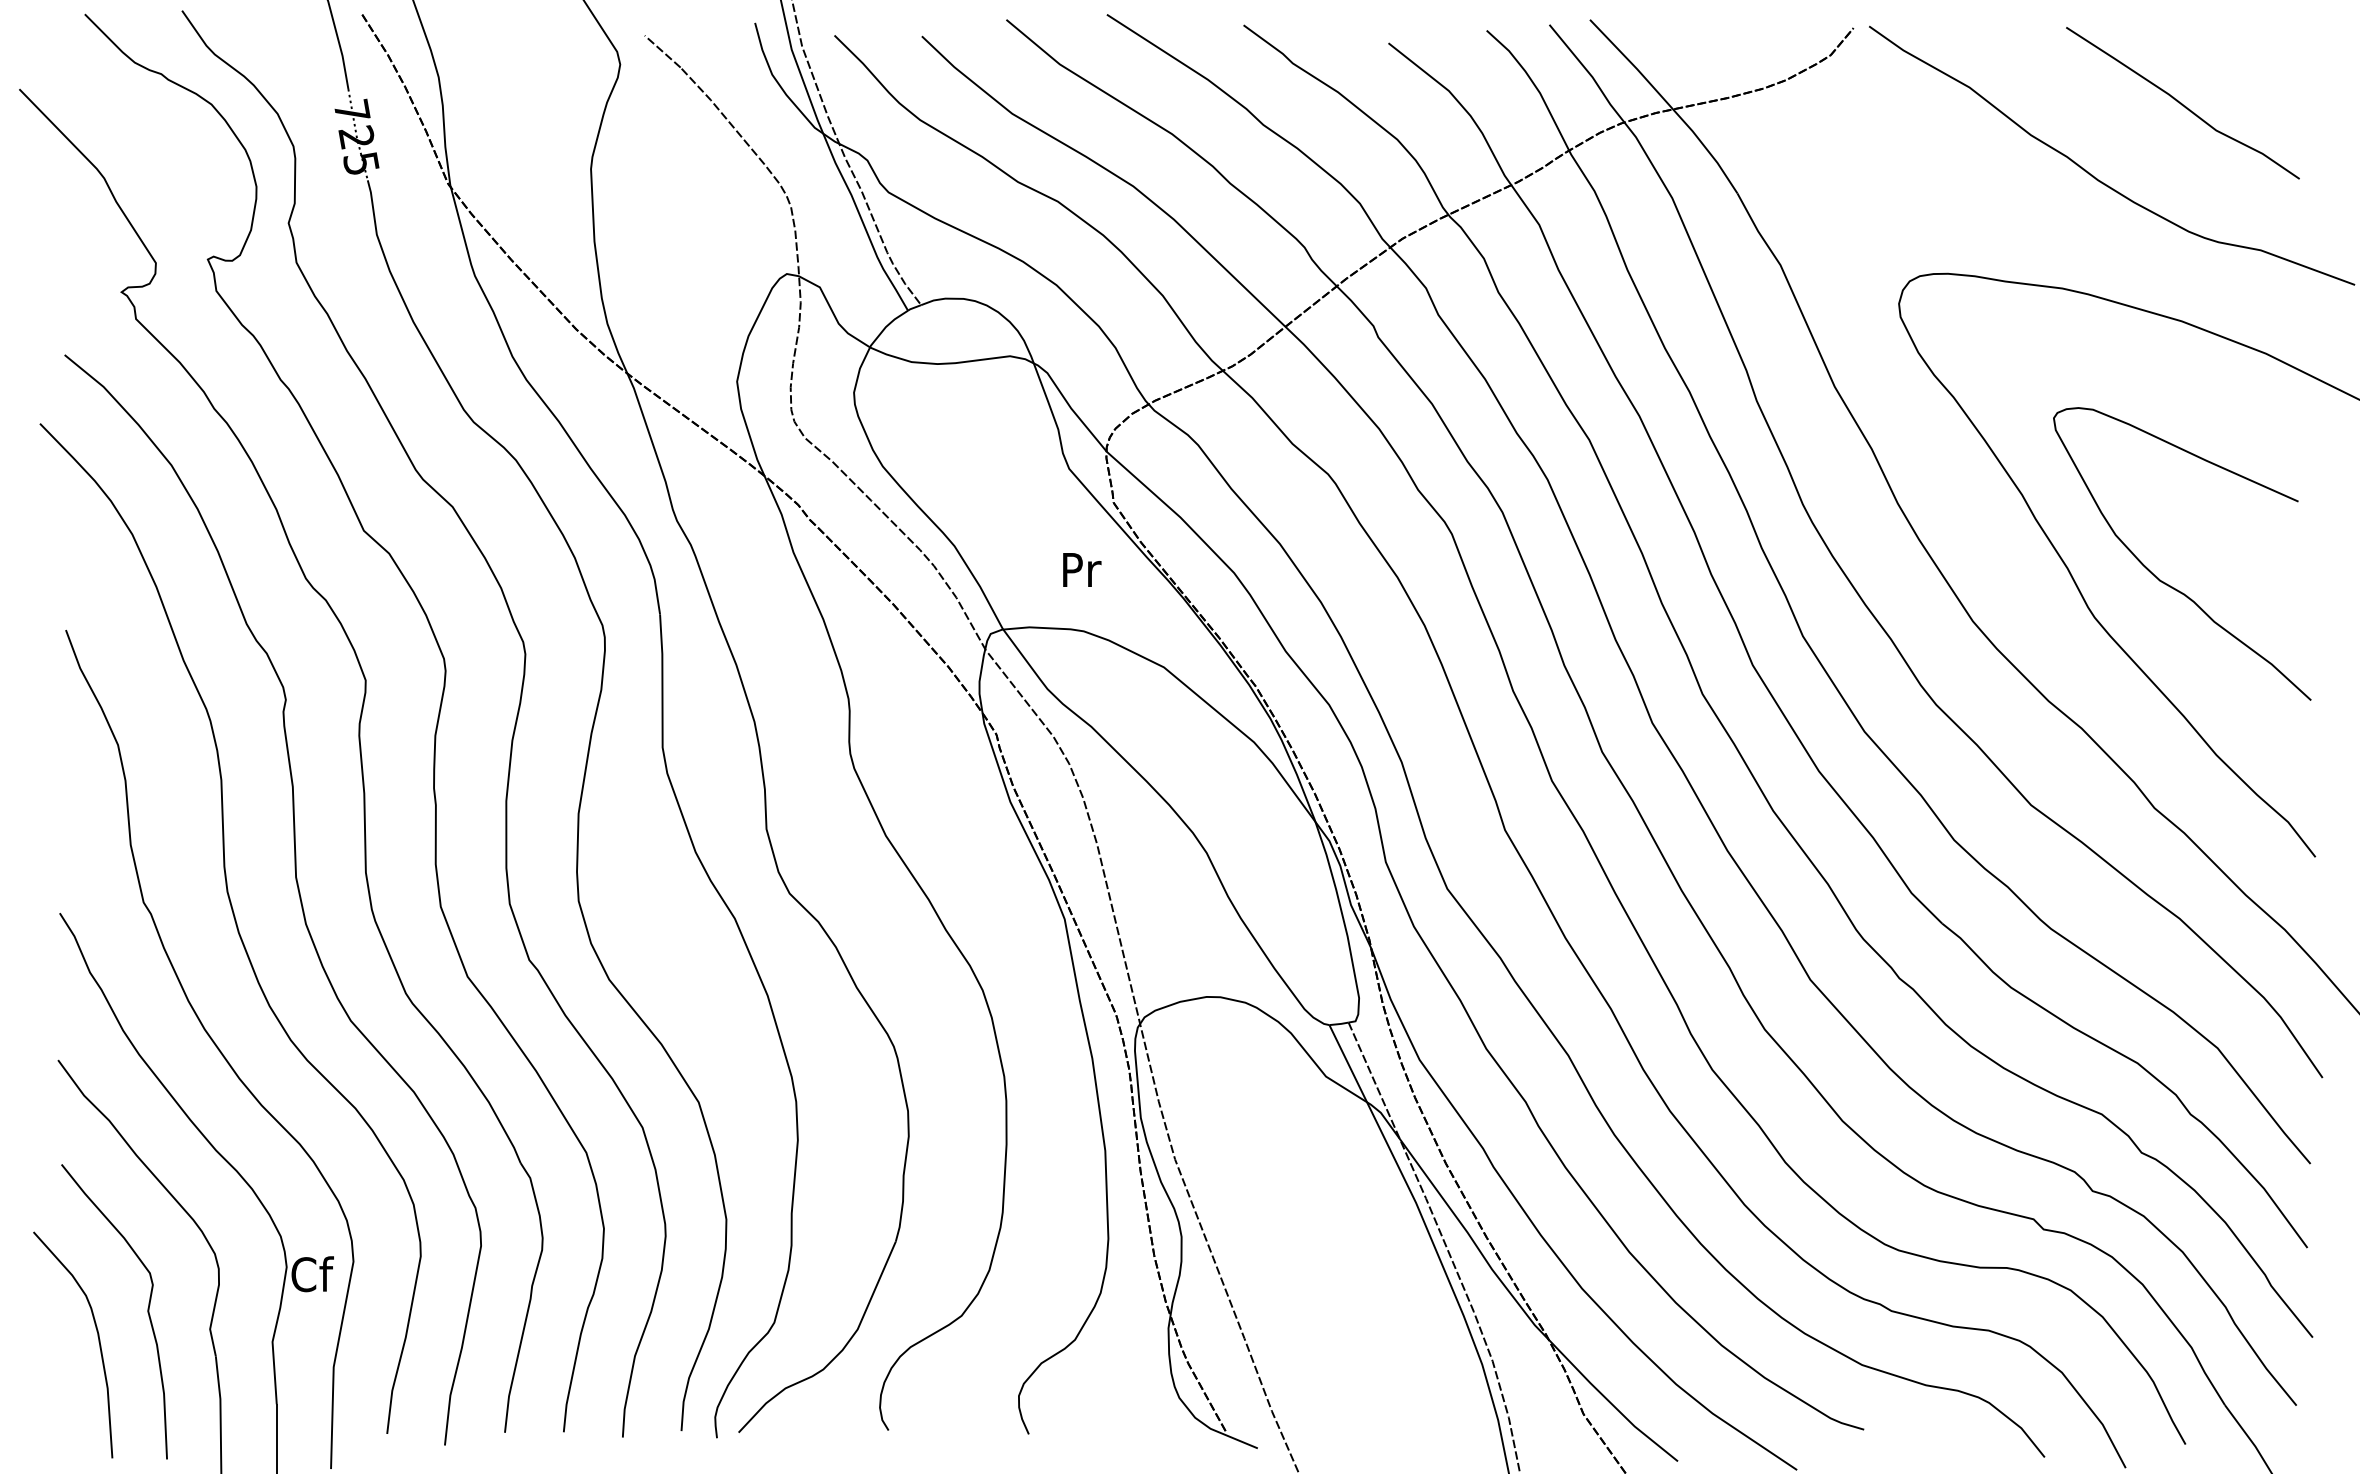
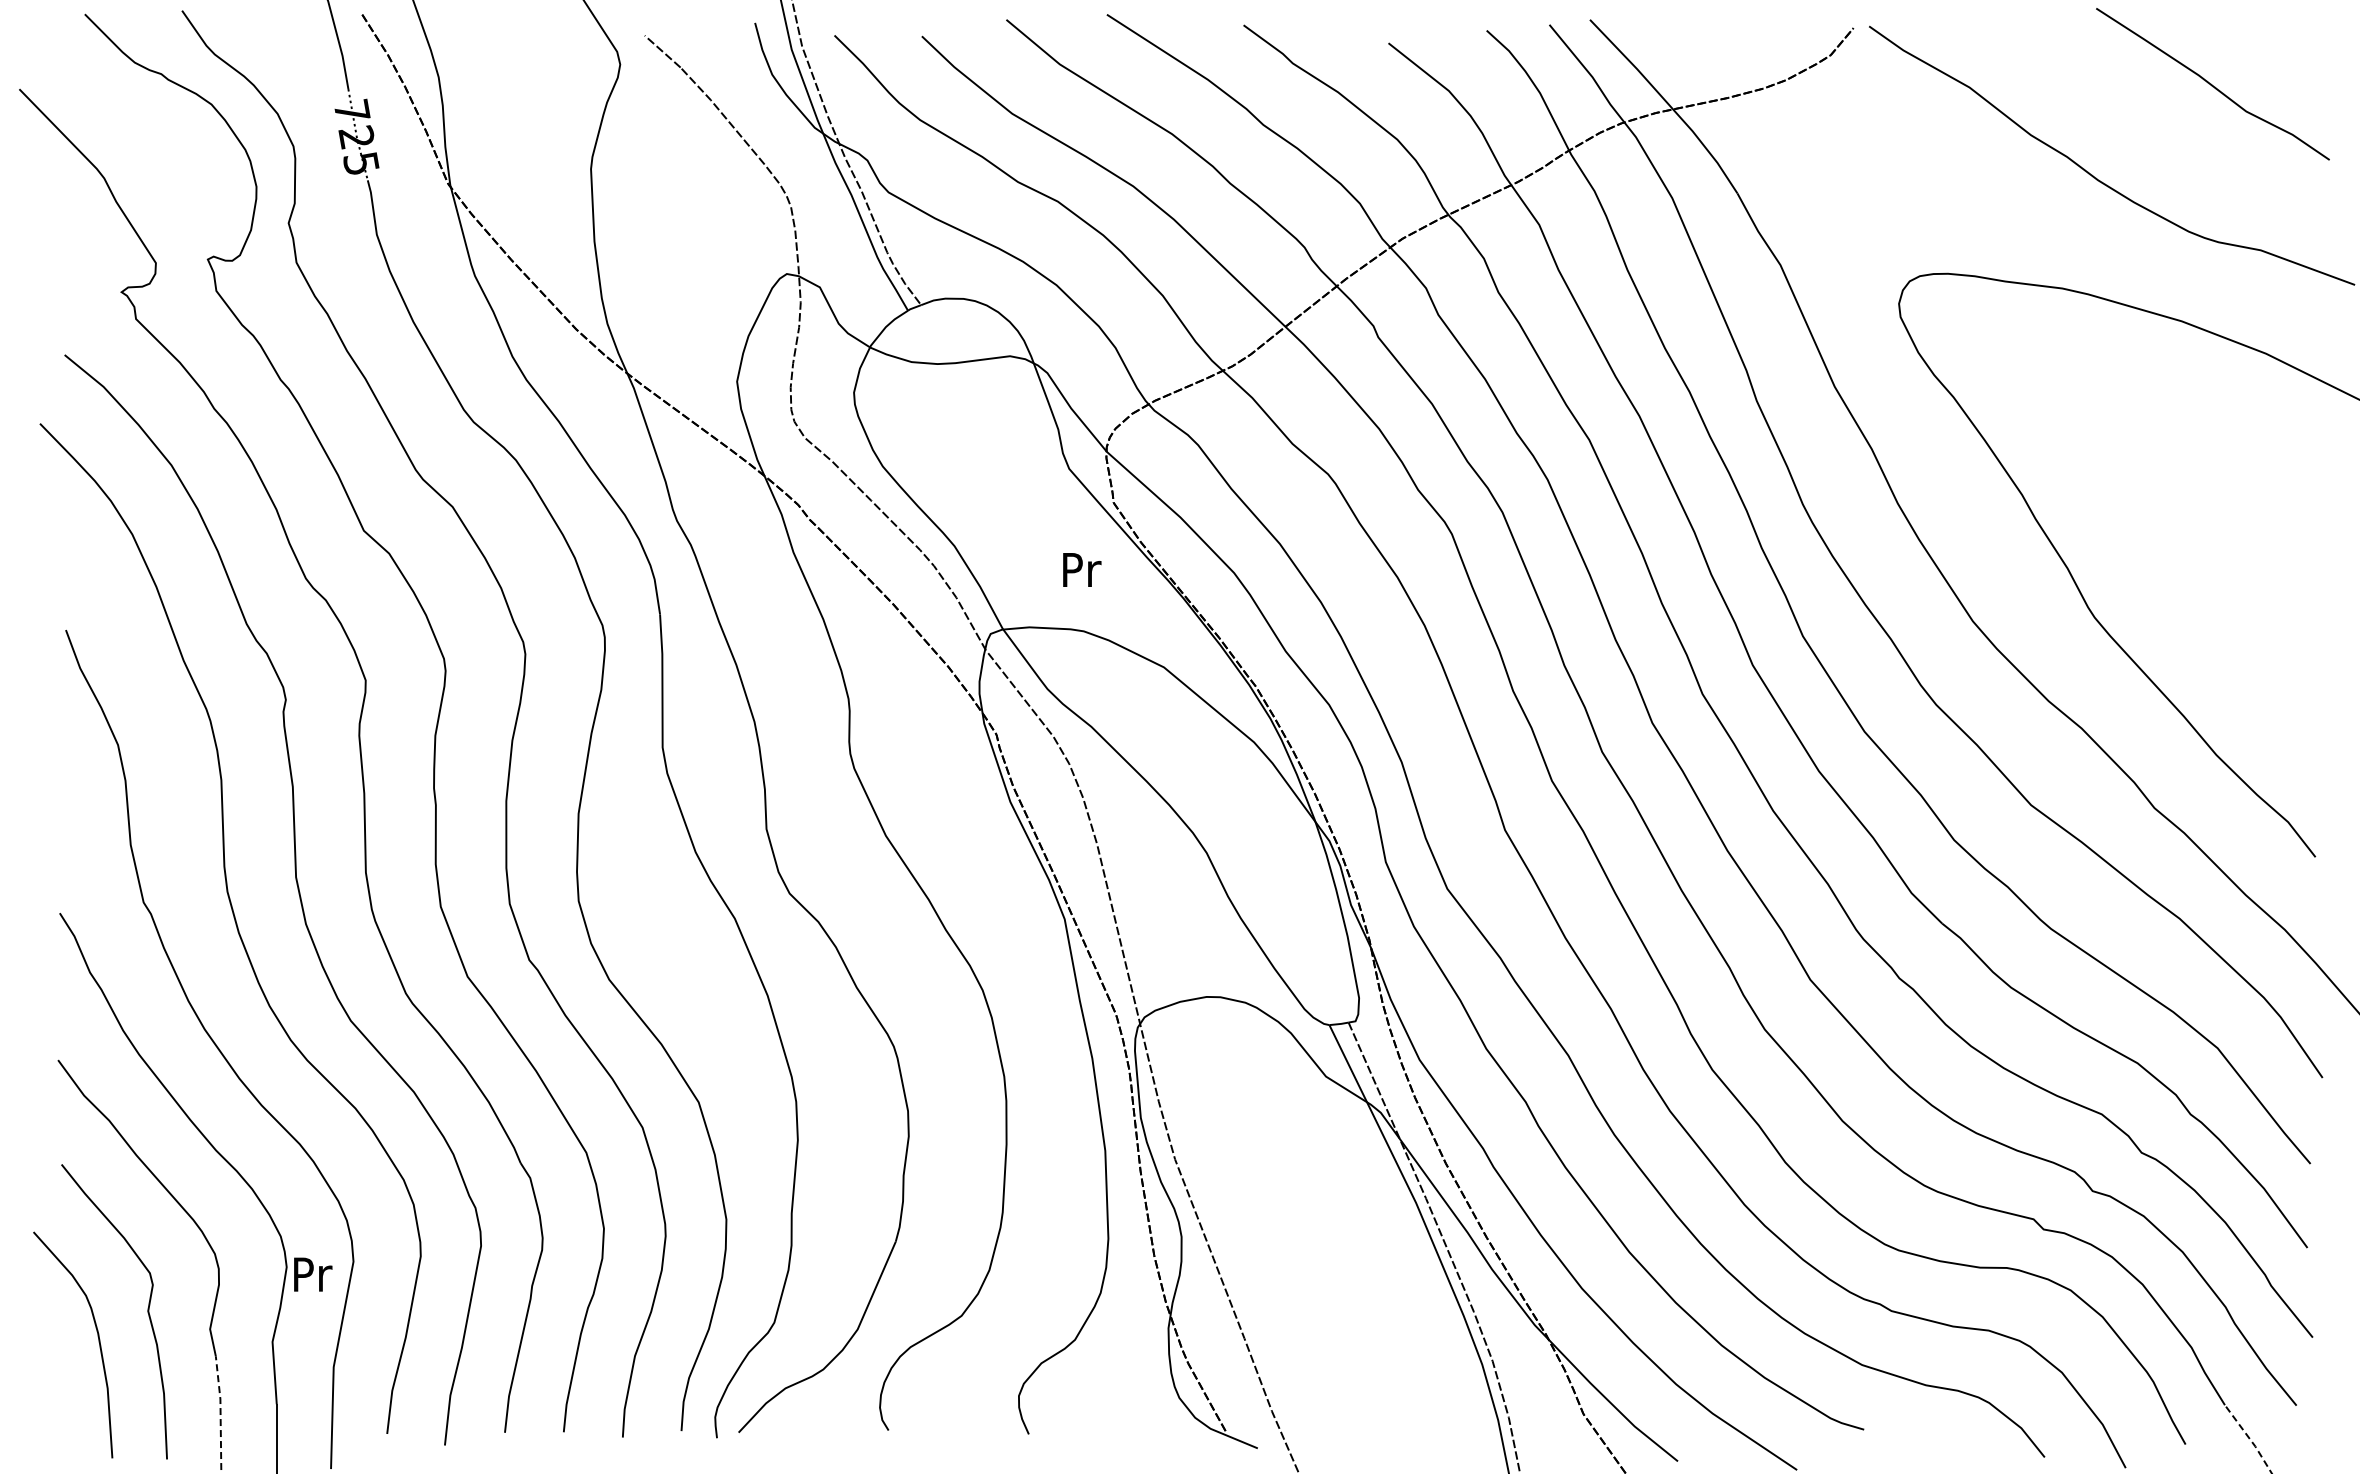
curve at (2182, 103) position: (2182, 103) -> (2212, 84)
curve at (2167, 583): present -> none
text at (312, 1274): Cf -> Pr
line at (220, 1413): solid -> dashed
line at (2249, 1438): solid -> dashed
